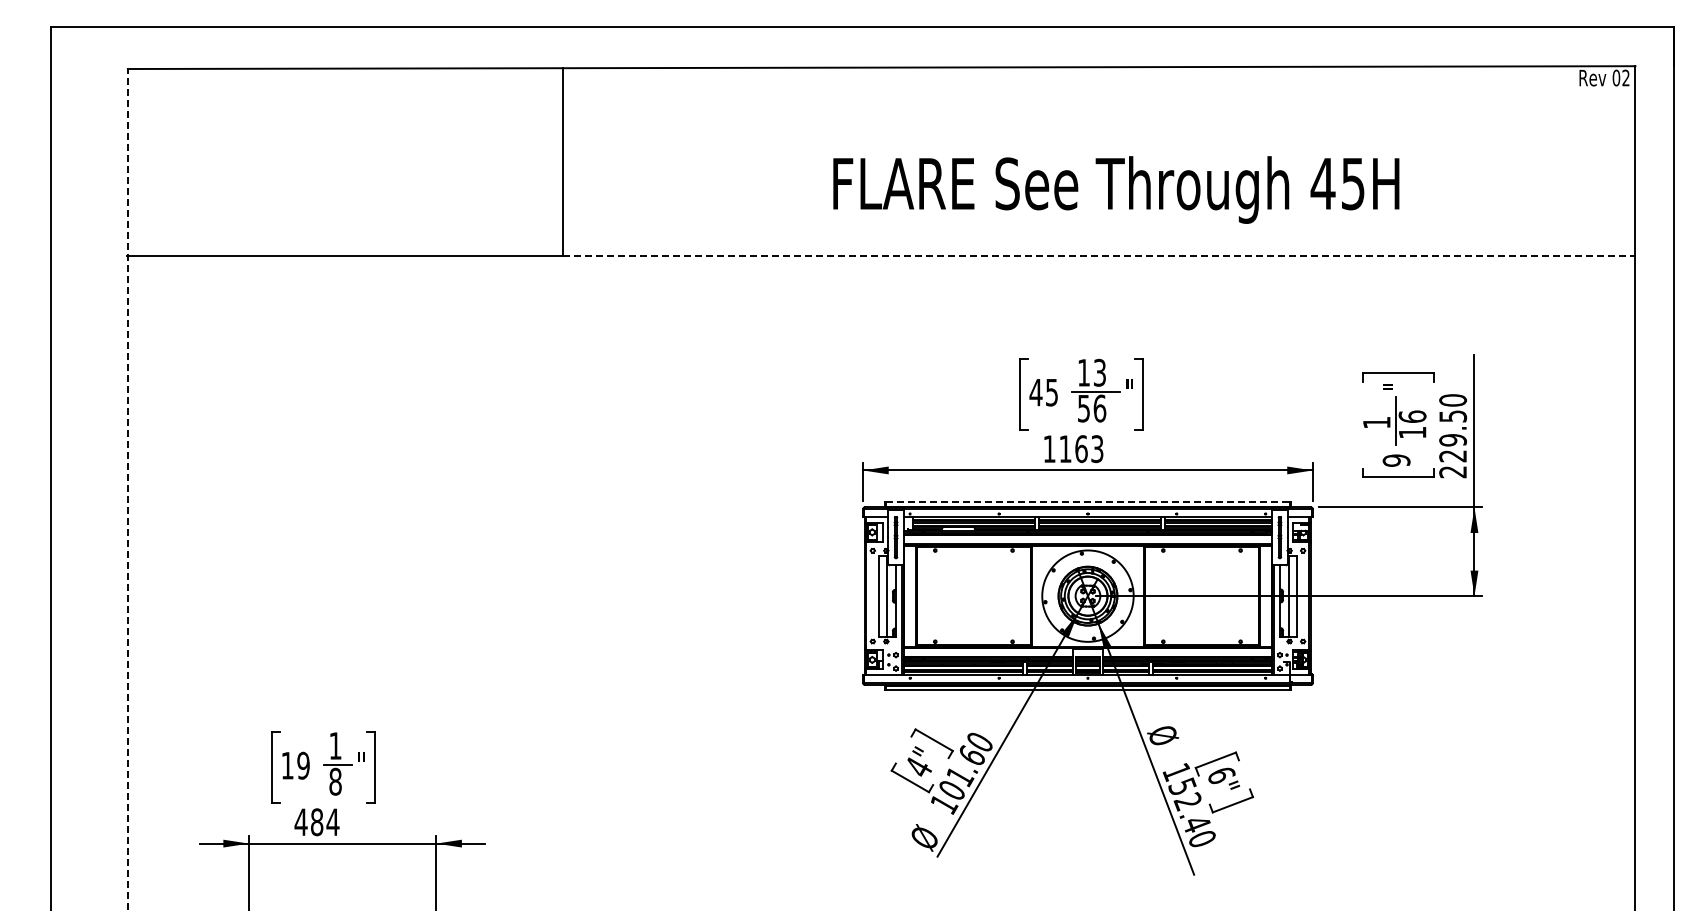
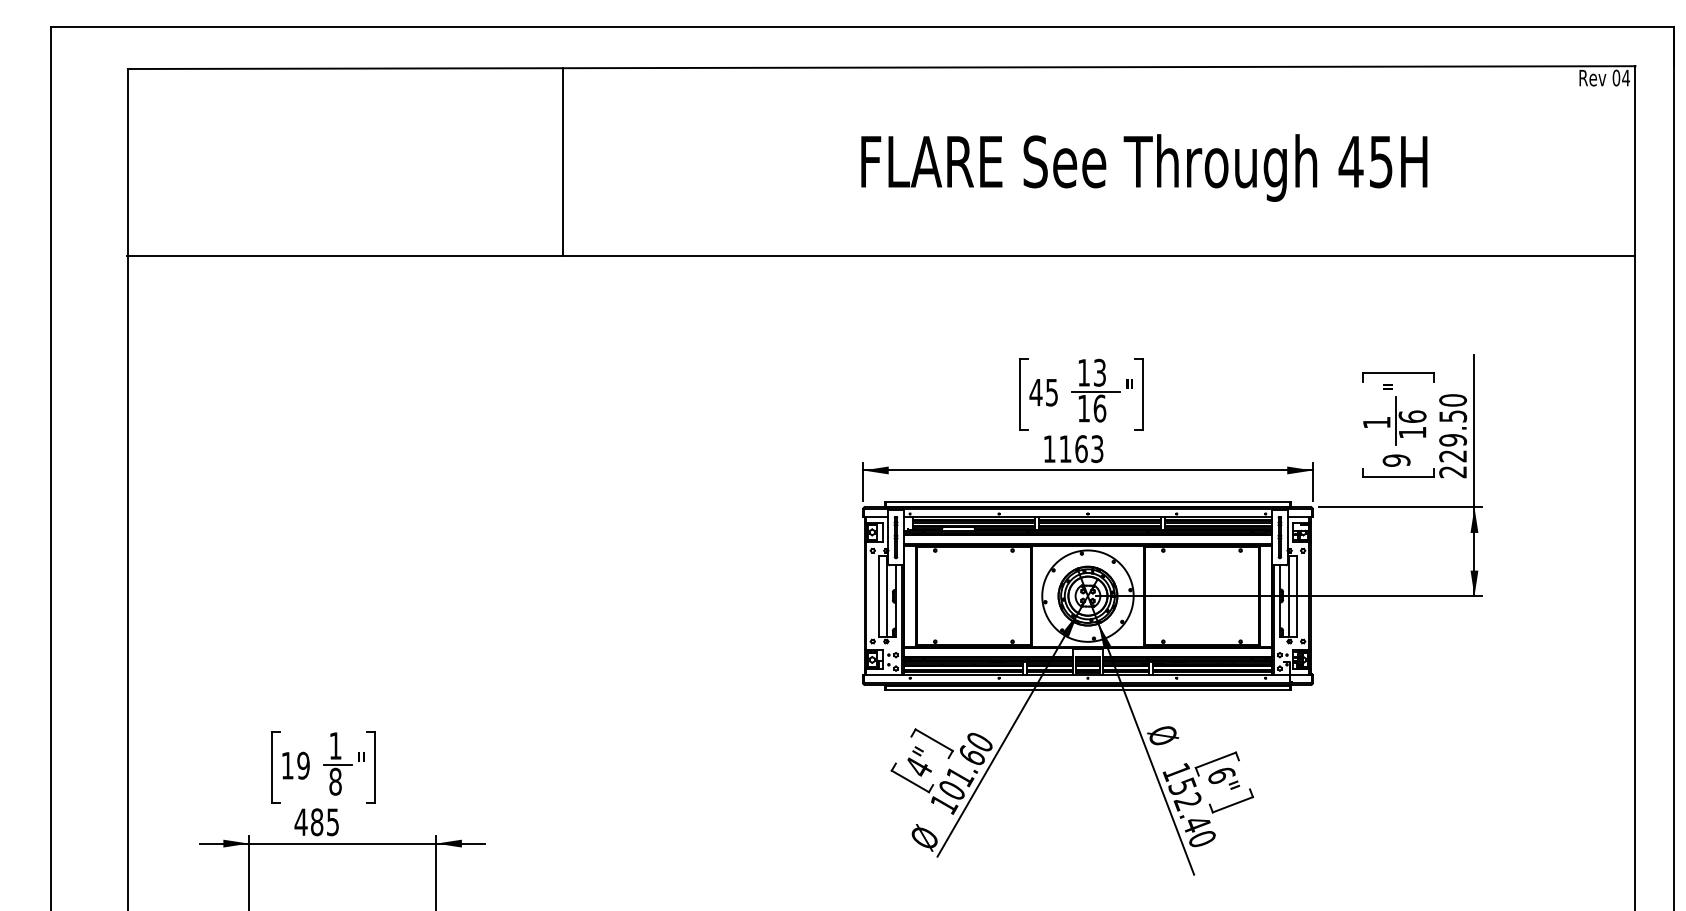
text at (1625, 77): 02 -> 04
text at (1116, 189) position: (1116, 189) -> (1144, 167)
line at (1099, 255): dashed -> solid
text at (1083, 408): 56 -> 16
line at (127, 490): dashed -> solid
line at (1087, 502): dashed -> solid
text at (332, 822): 484 -> 485
